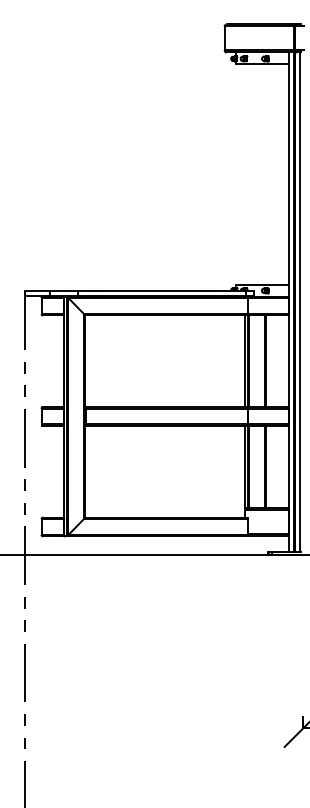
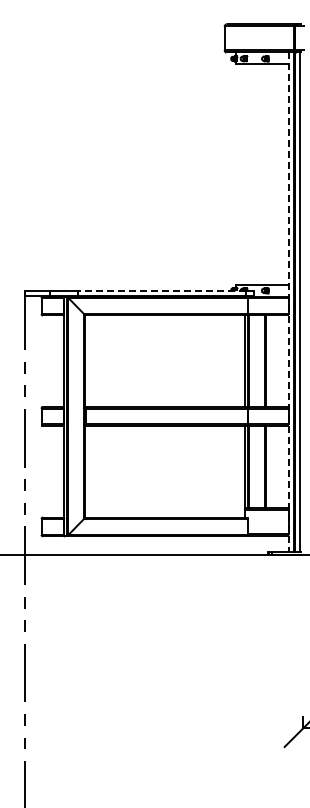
line at (161, 291): solid -> dashed
line at (289, 302): solid -> dashed
